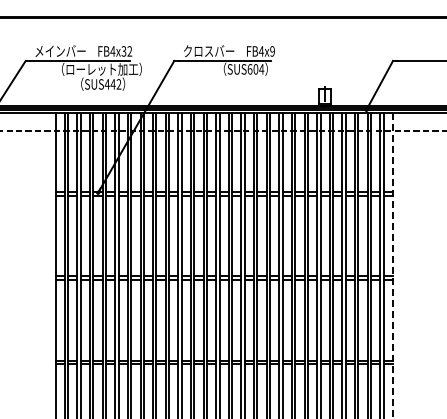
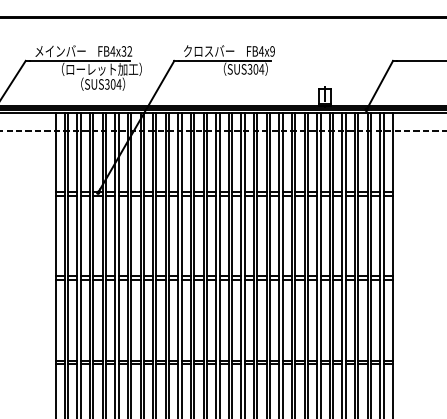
text at (249, 69): SUS604 -> SUS304
text at (112, 84): SUS442 -> SUS304
line at (392, 266): dashed -> solid
